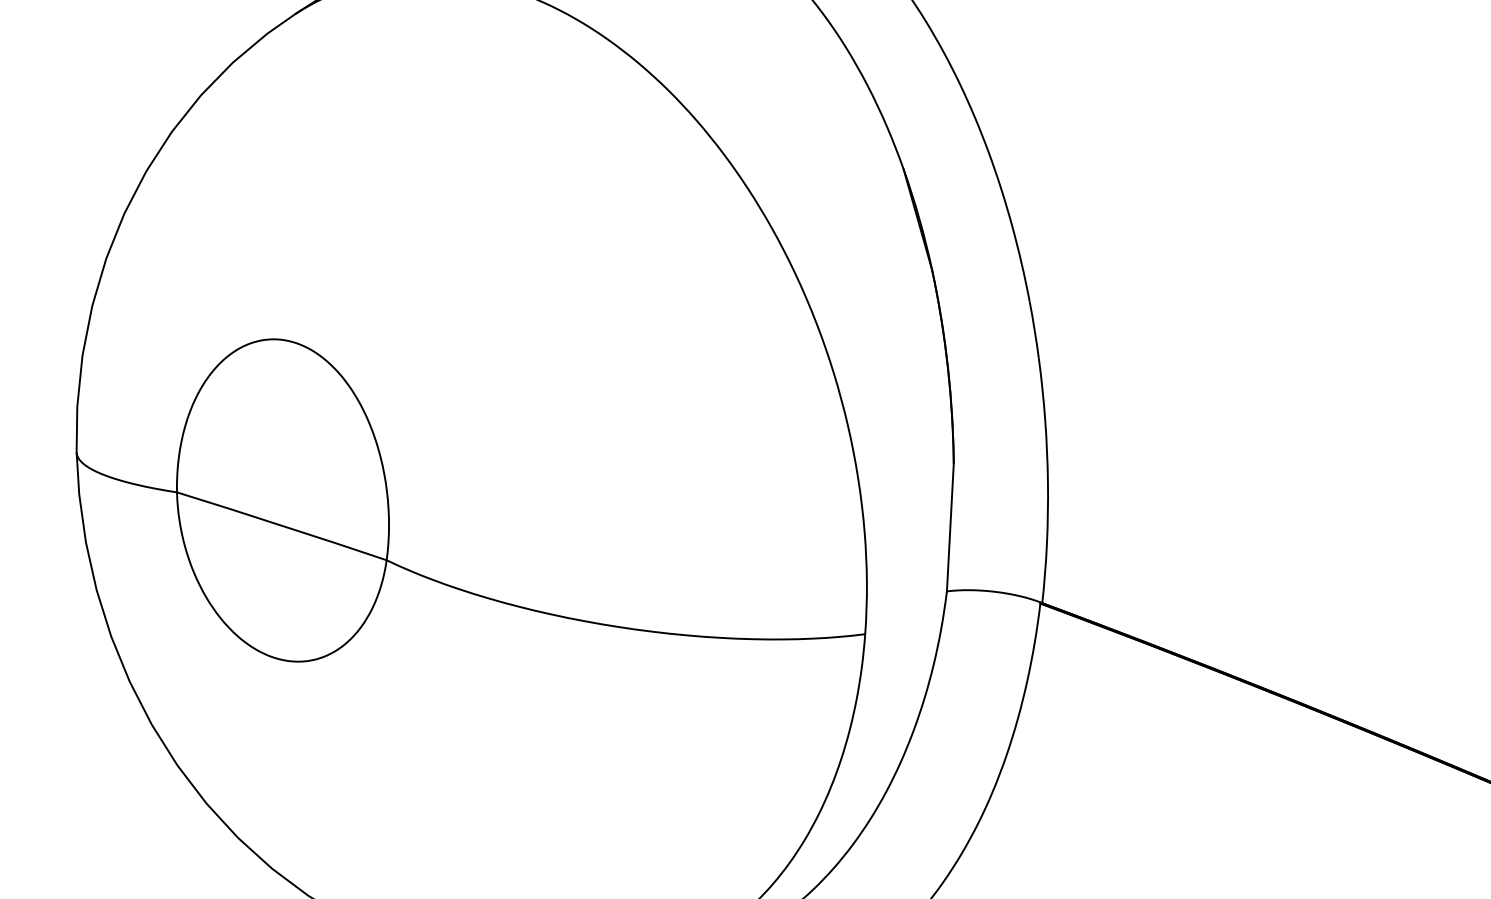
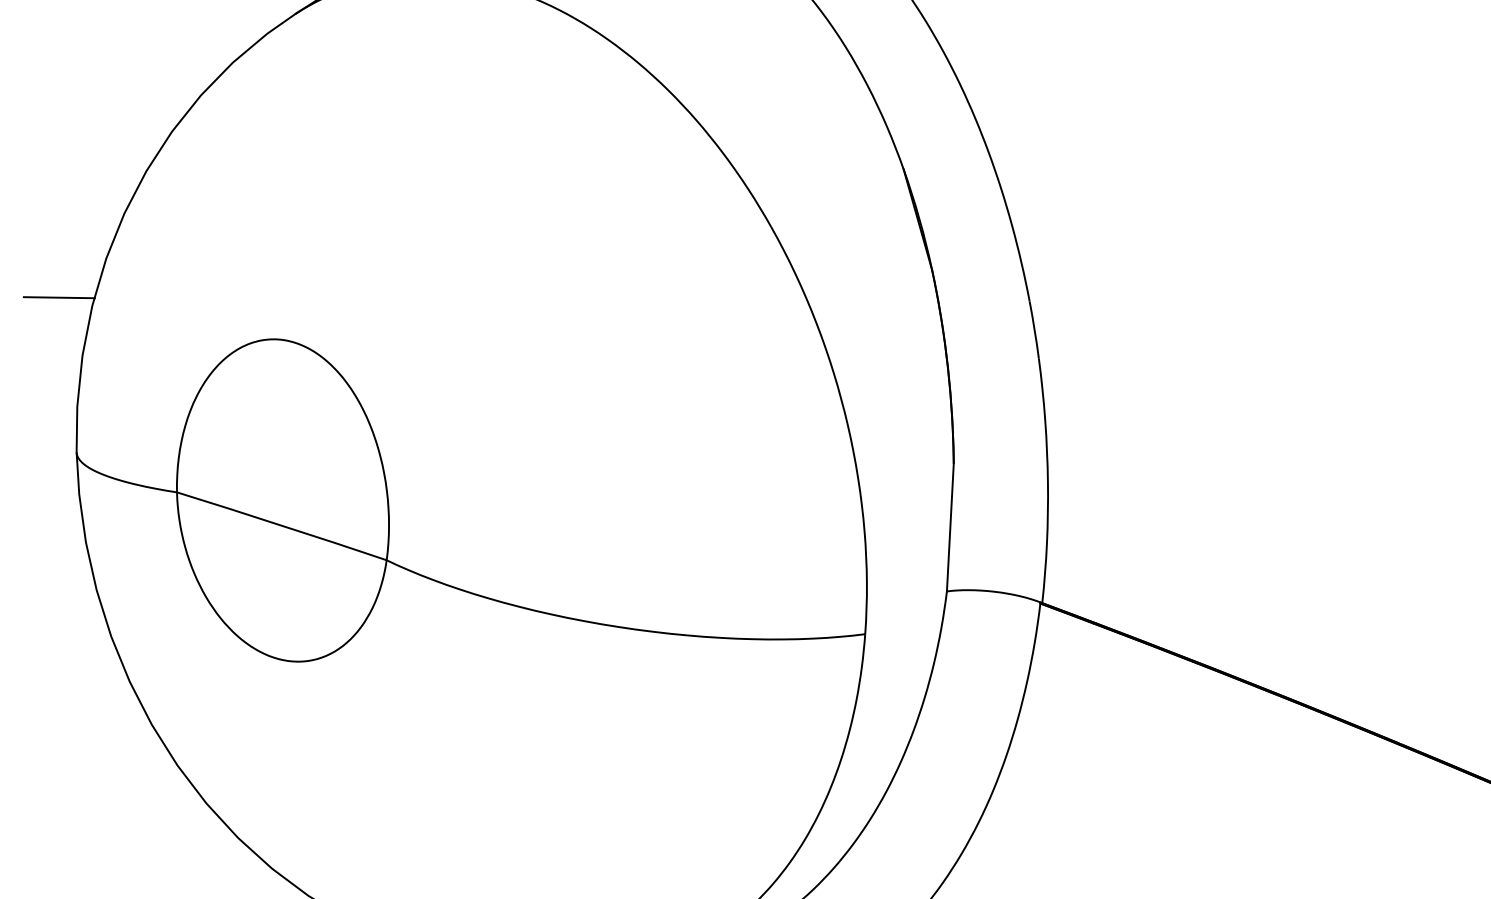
line at (58, 297): none -> present
